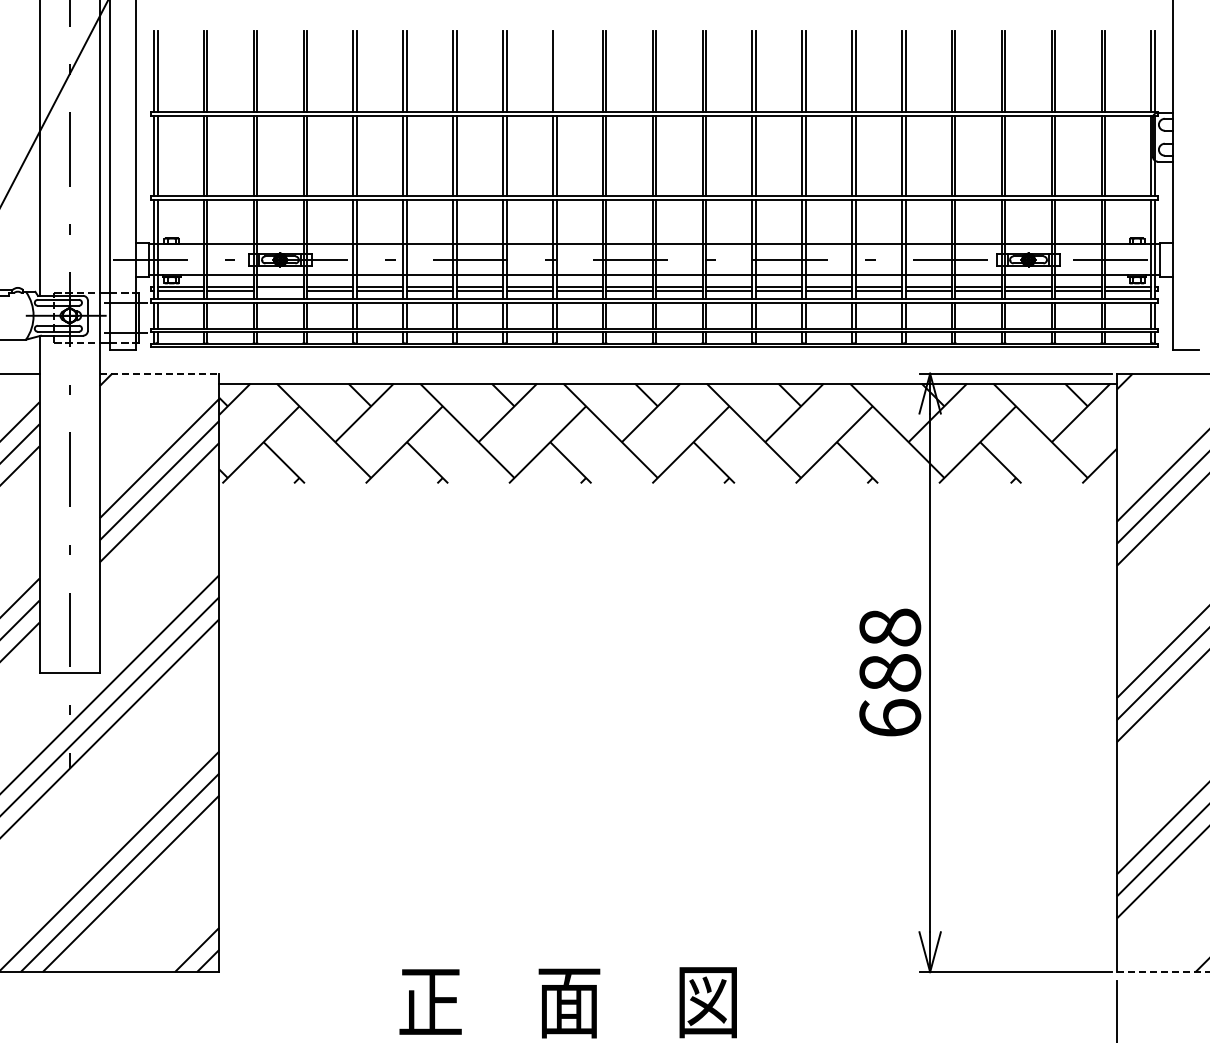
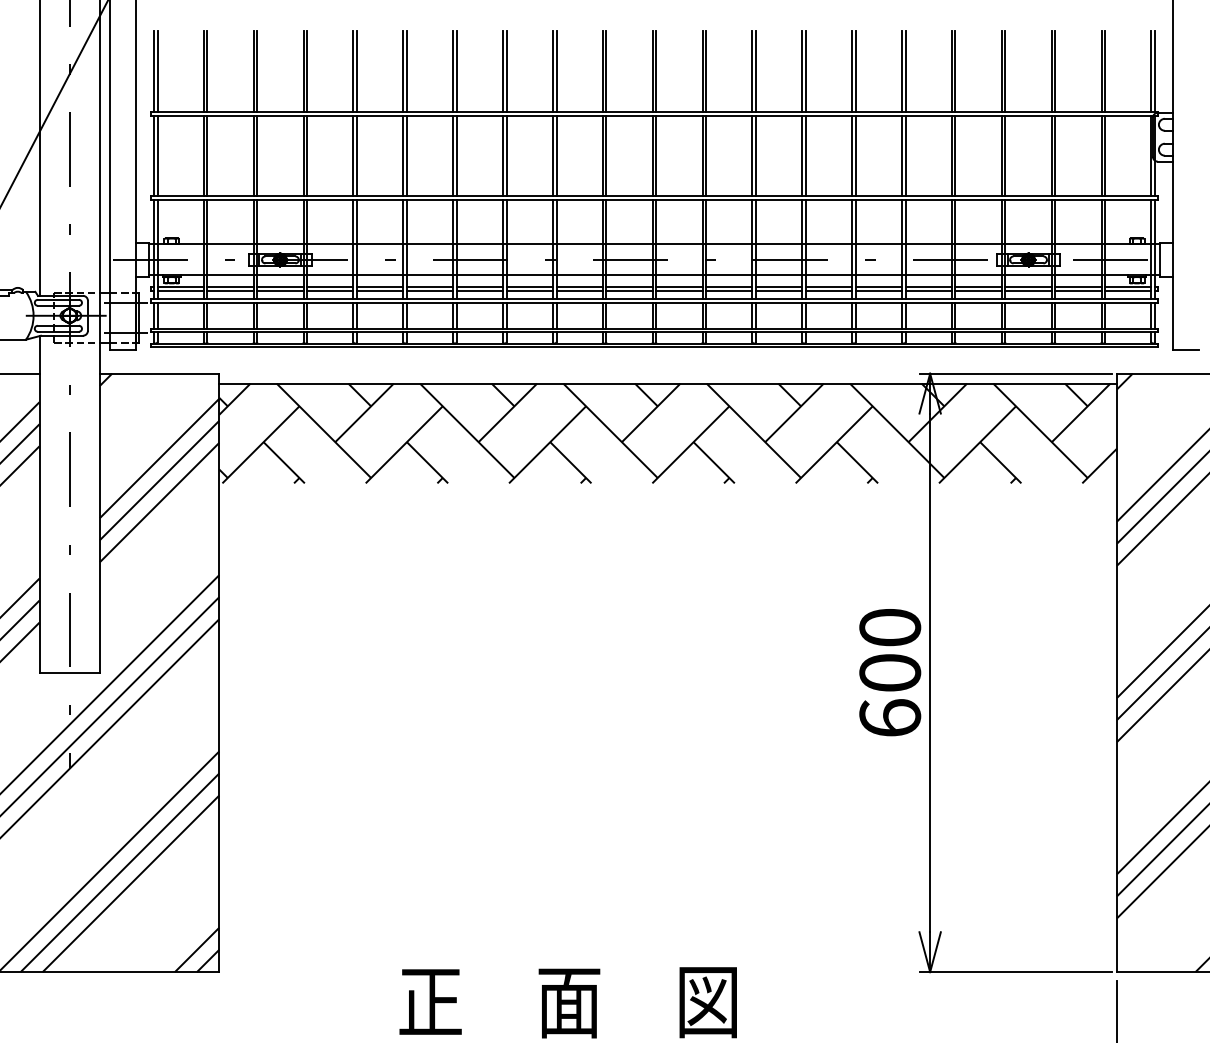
line at (556, 71): none -> present
line at (280, 290): none -> present
line at (159, 373): dashed -> solid
text at (889, 649): 688 -> 600
line at (1163, 972): dashed -> solid
